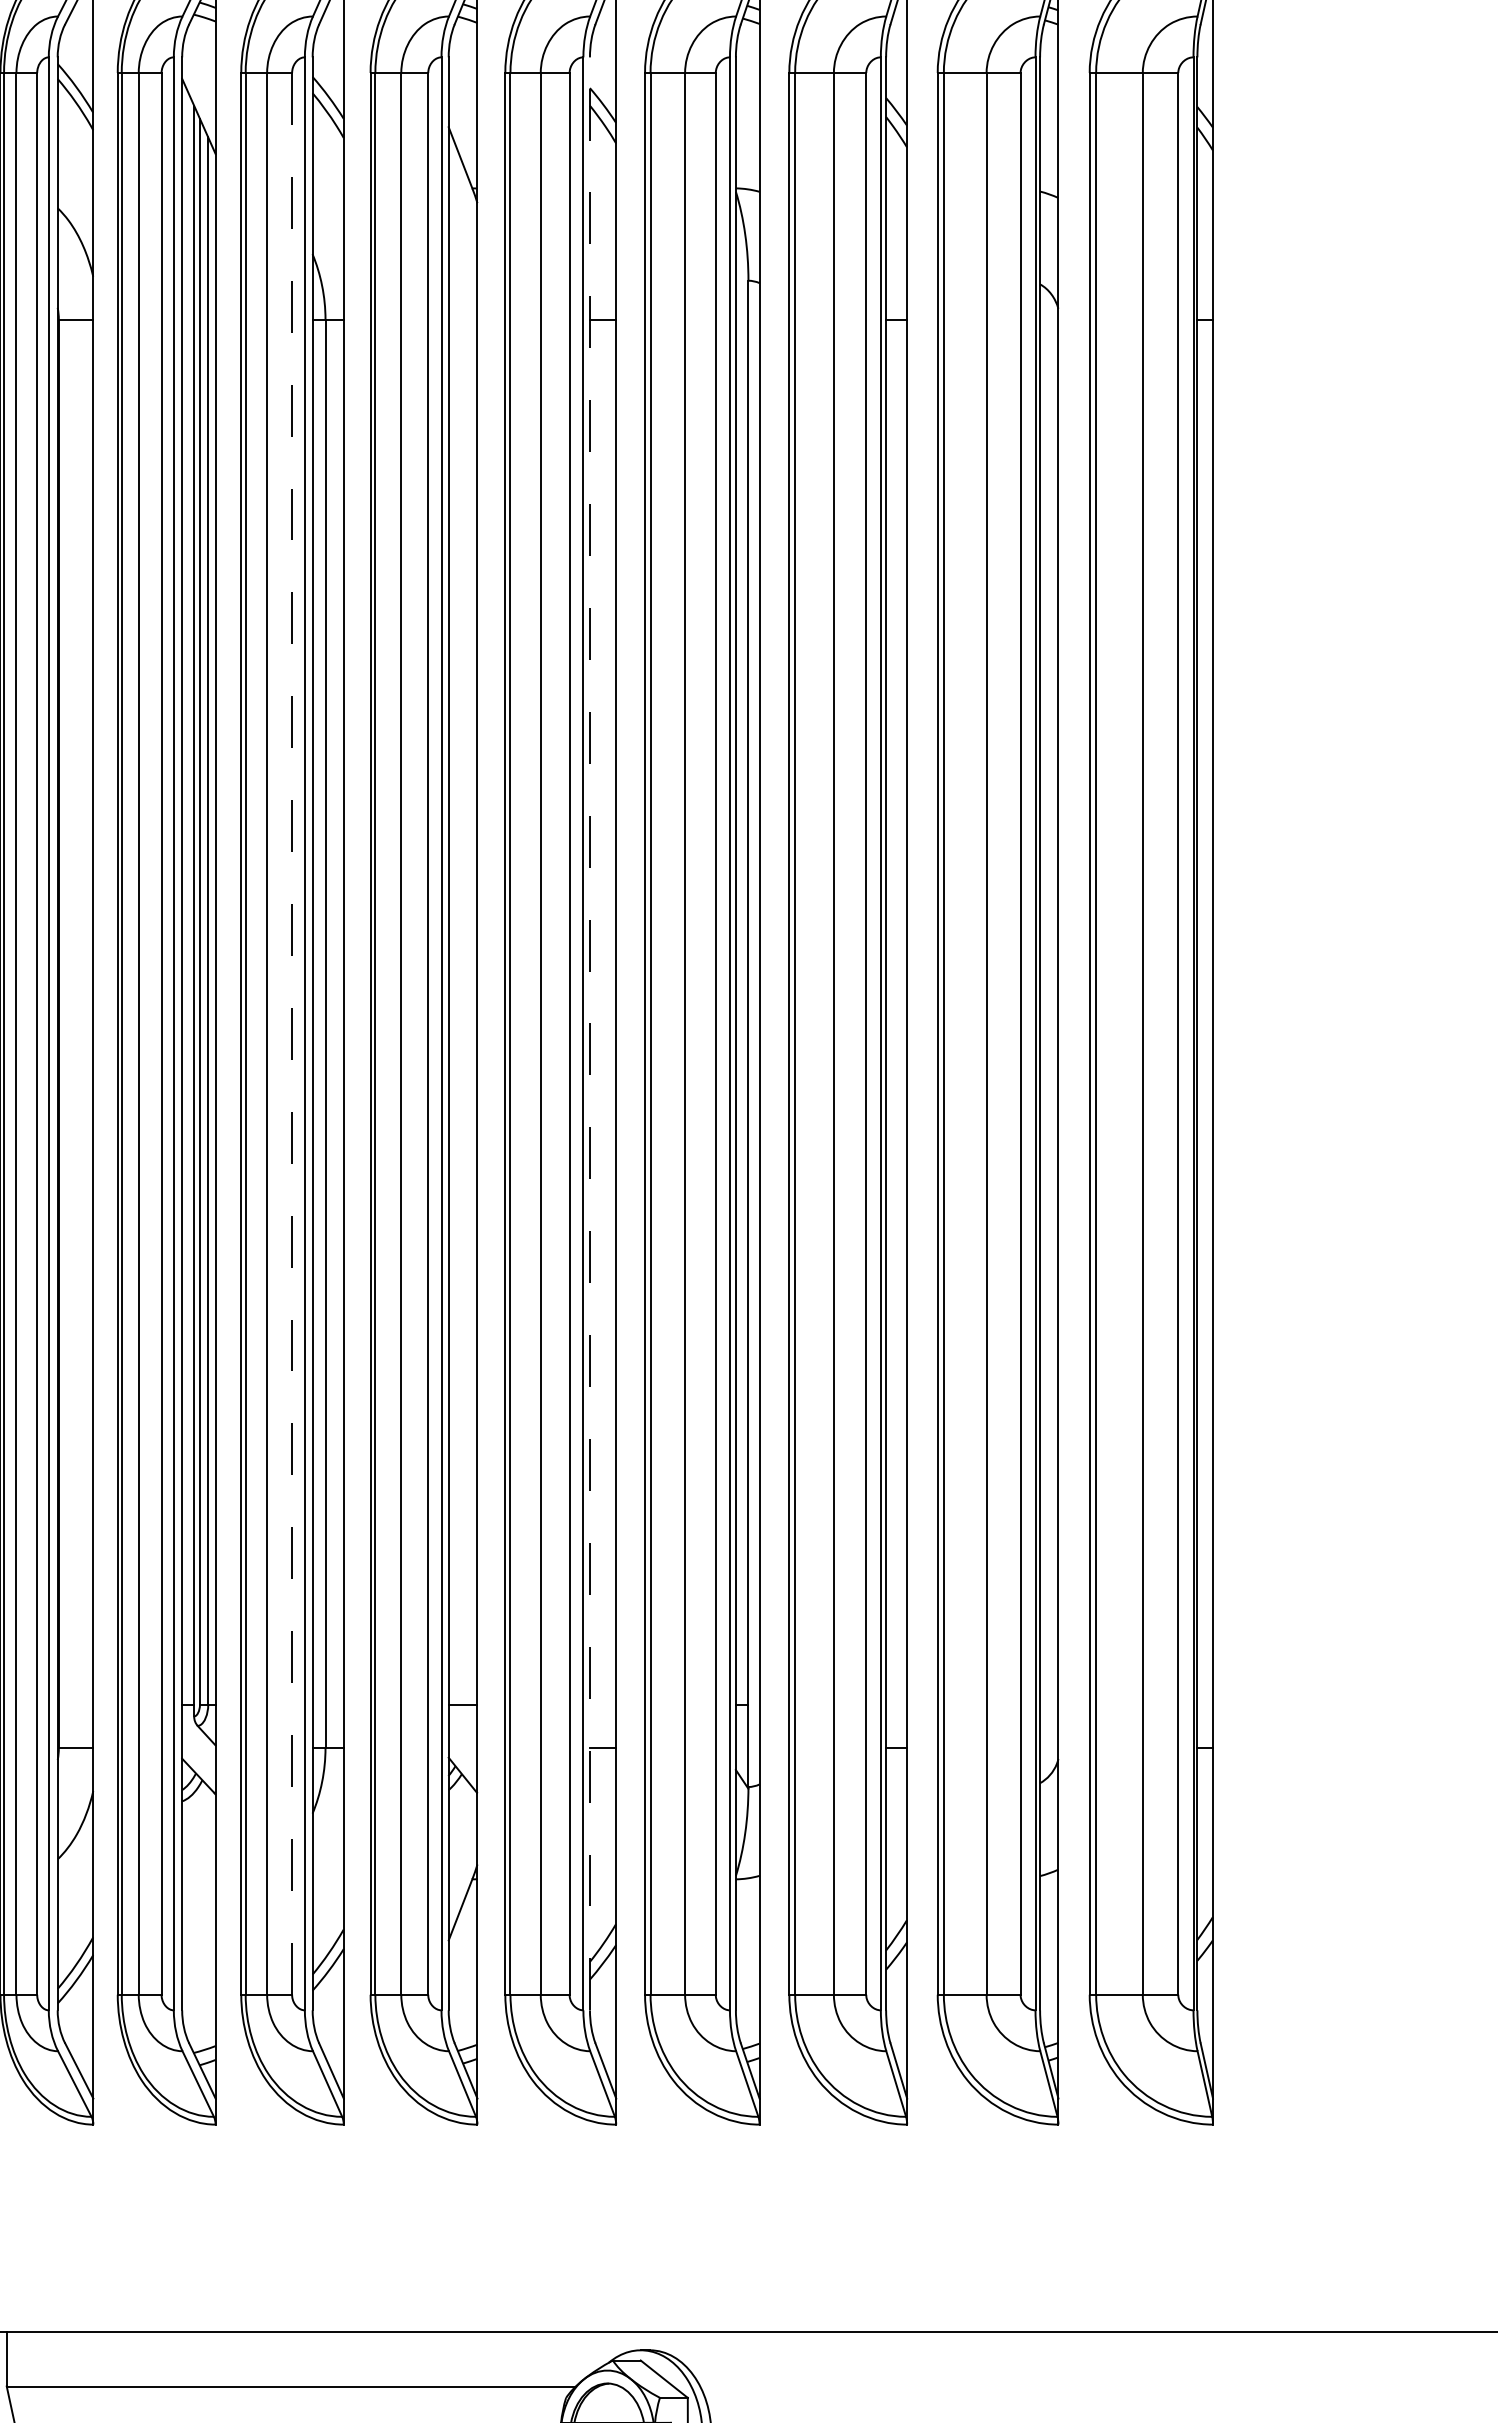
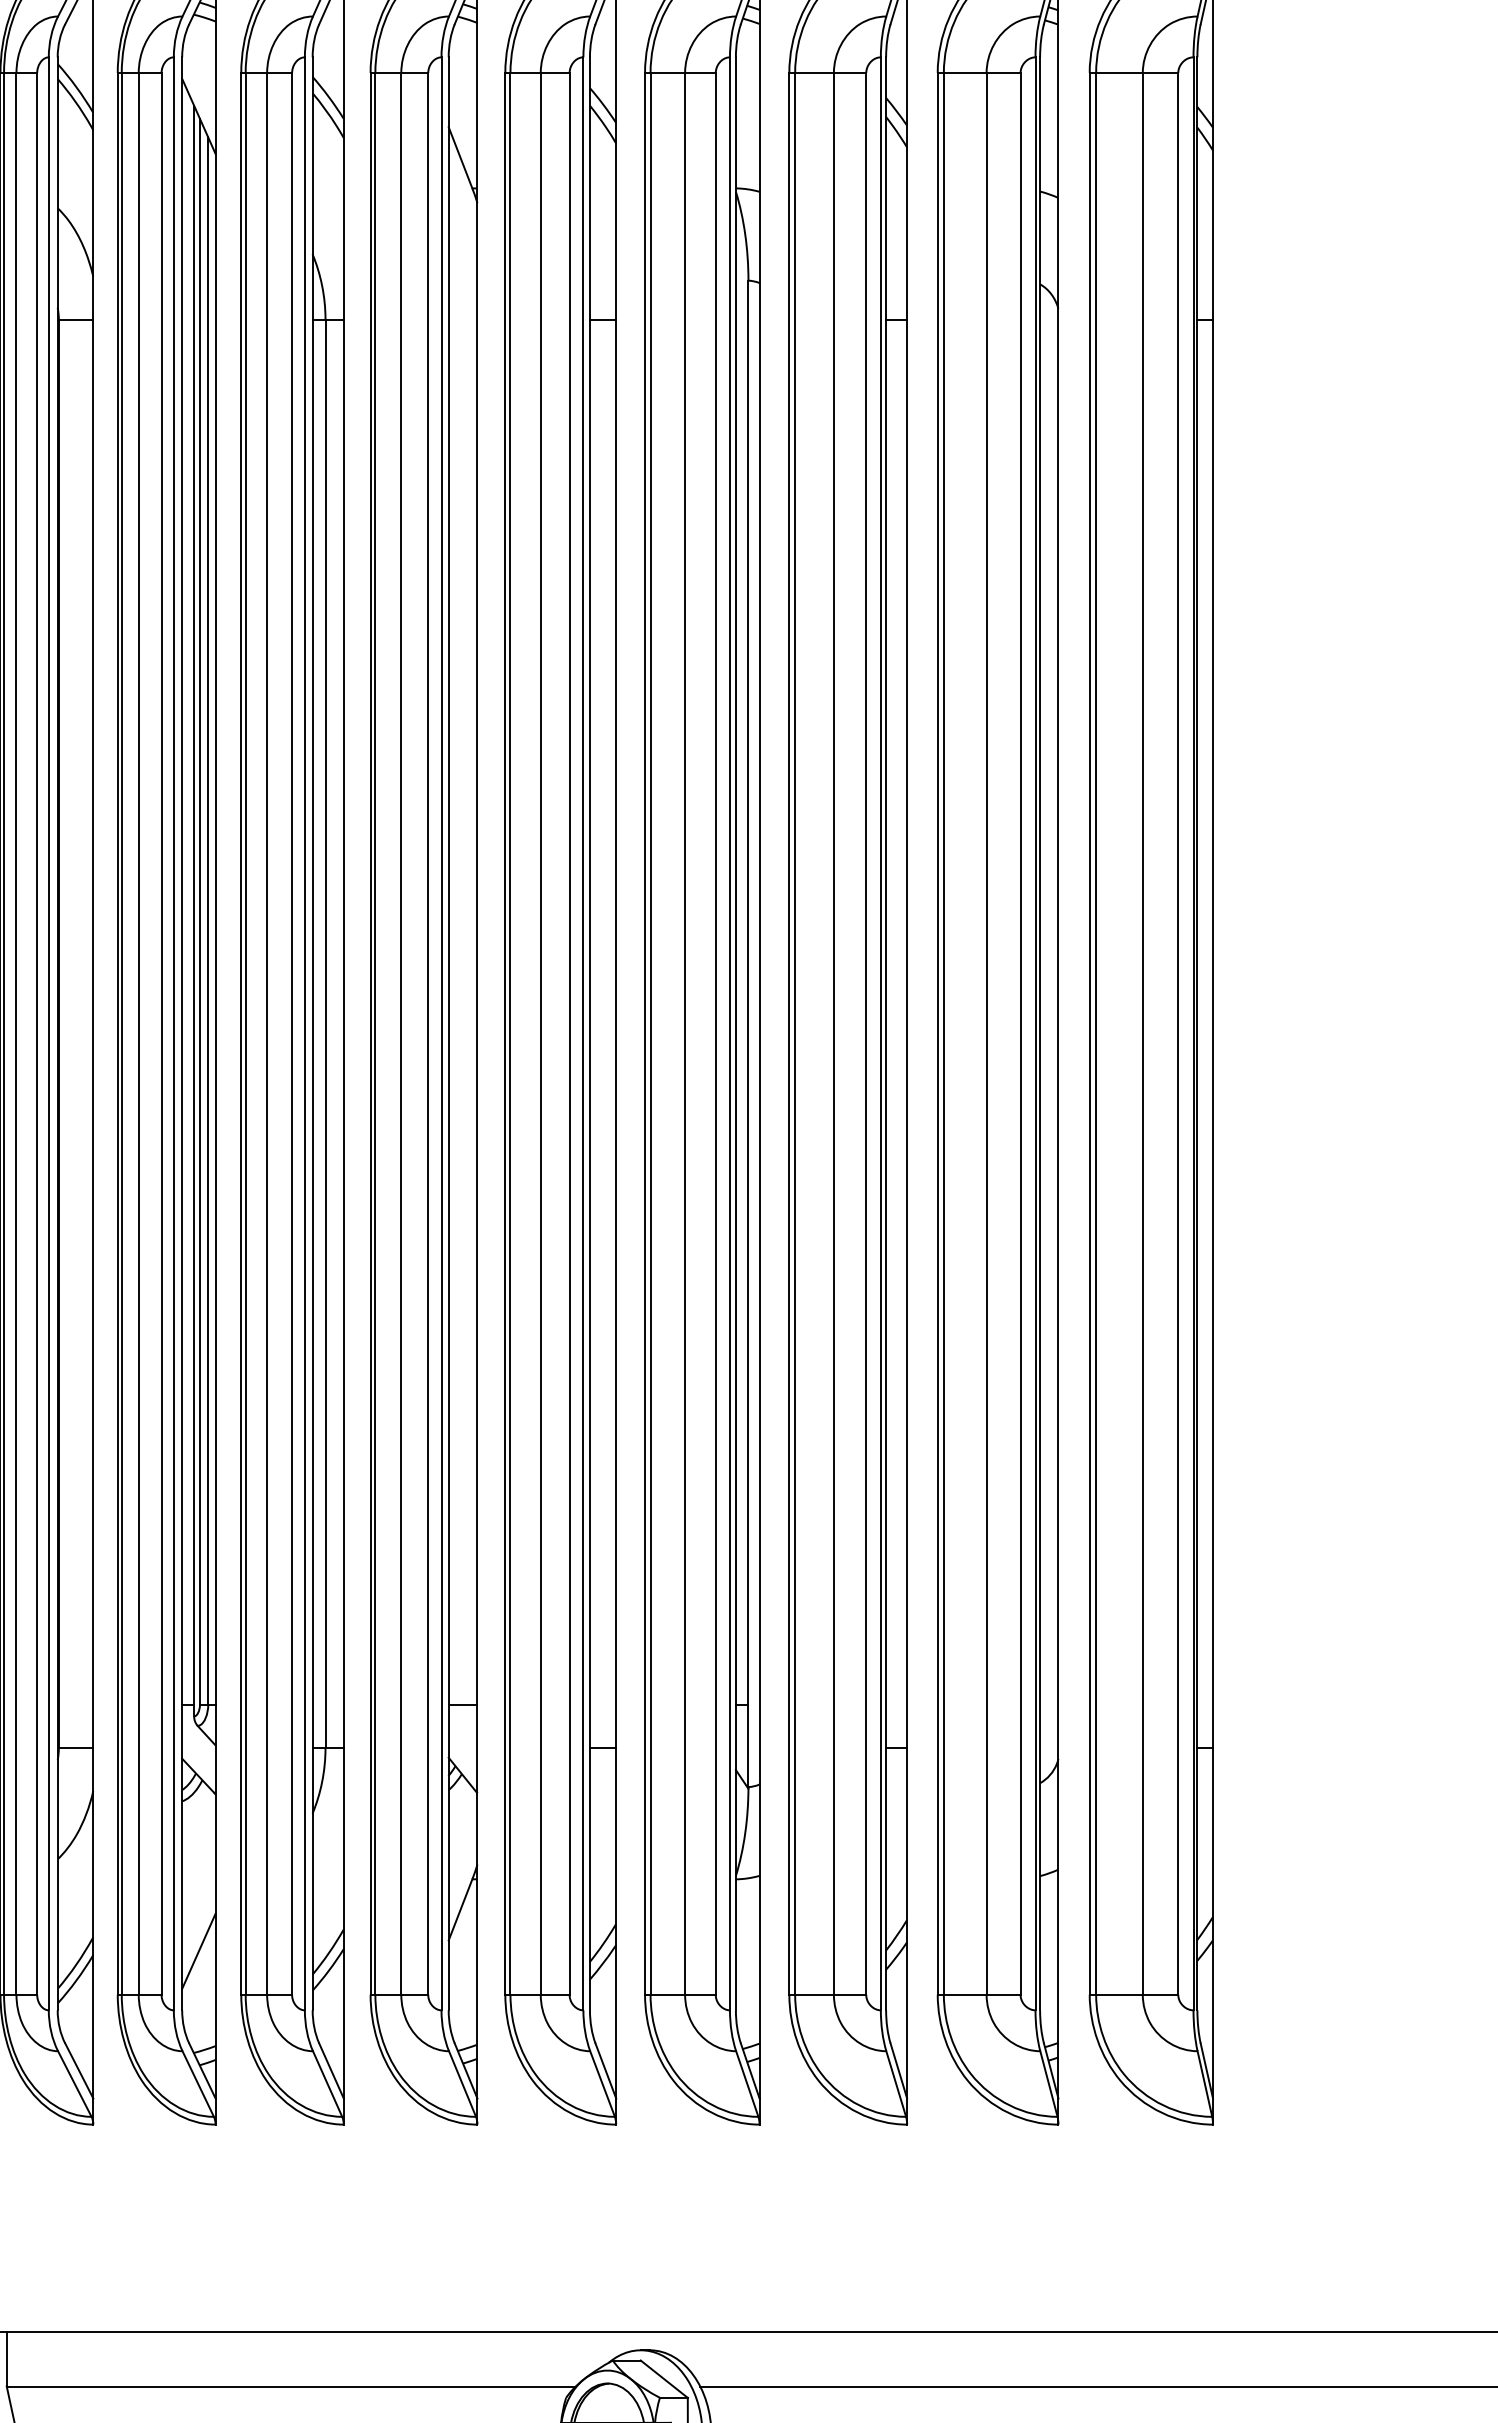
line at (292, 1033): dashed -> solid
line at (589, 1033): dashed -> solid
line at (198, 1950): none -> present
line at (1097, 2386): none -> present
